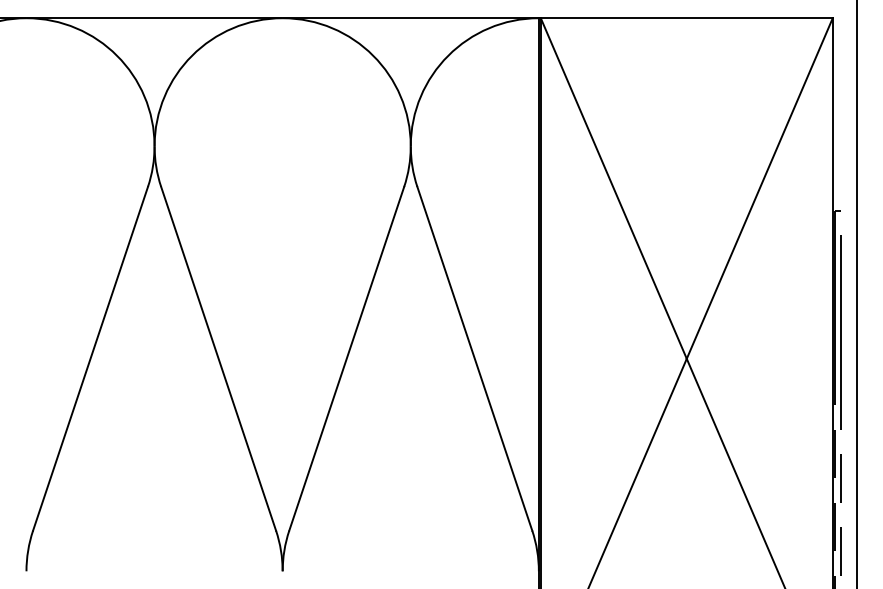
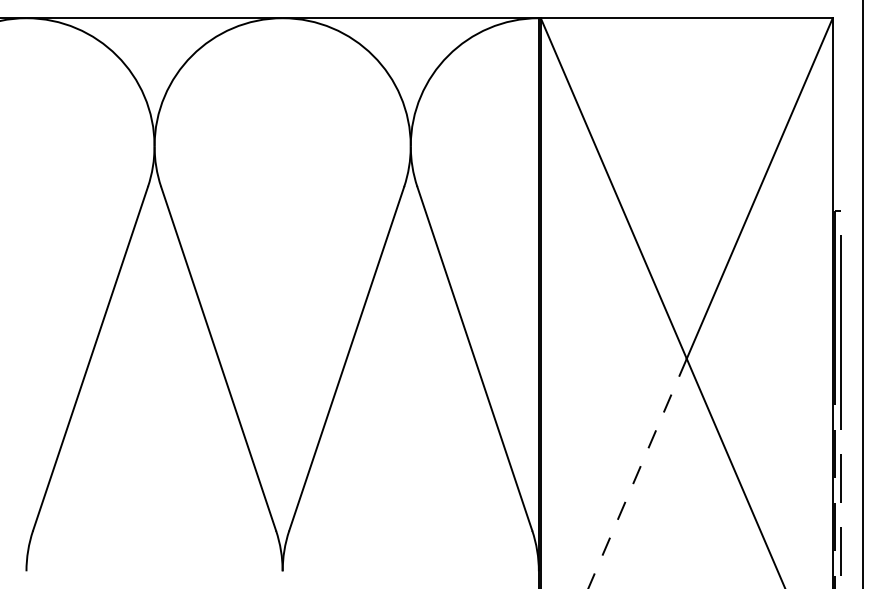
line at (856, 293) position: (856, 293) -> (862, 293)
line at (637, 473): solid -> dashed
